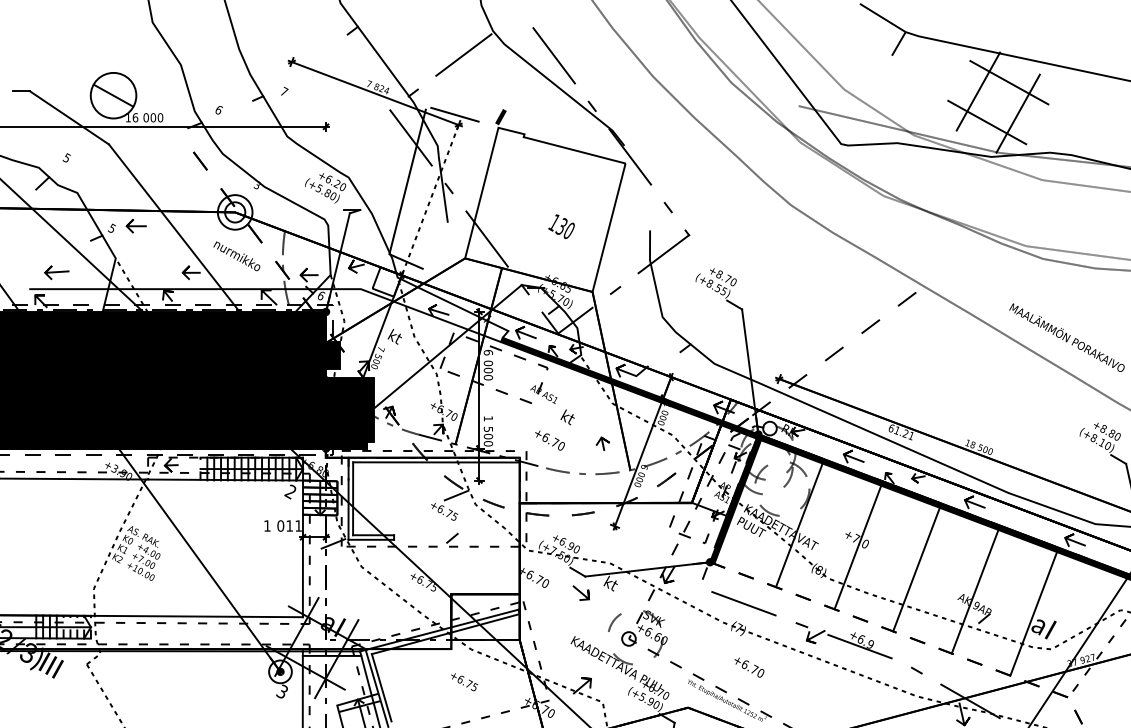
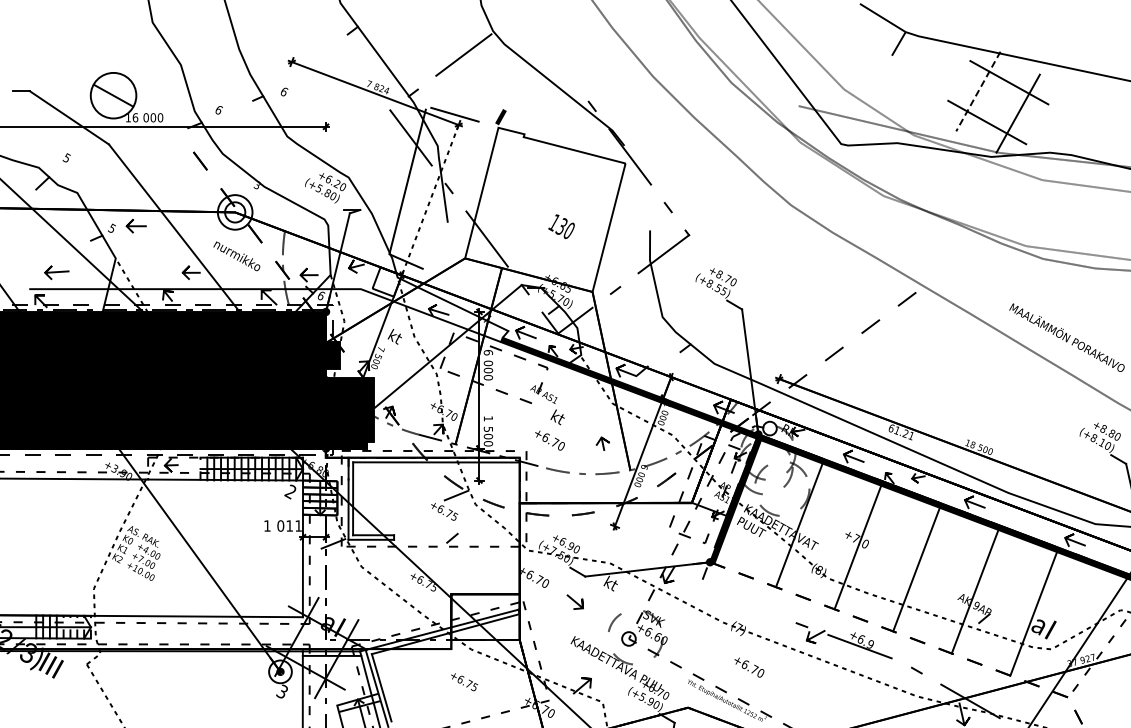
line at (553, 55): present -> none
text at (284, 91): 7 -> 6
line at (978, 91): solid -> dashed
text at (567, 417) position: (567, 417) -> (557, 417)
line at (580, 592) position: (580, 592) -> (574, 601)
line at (743, 603): present -> none
